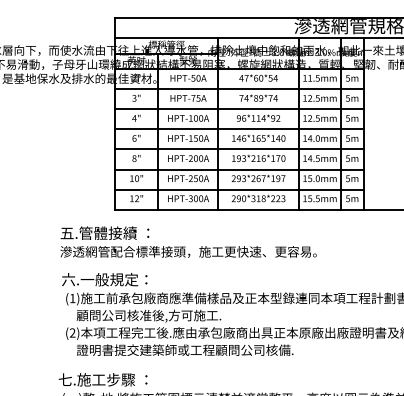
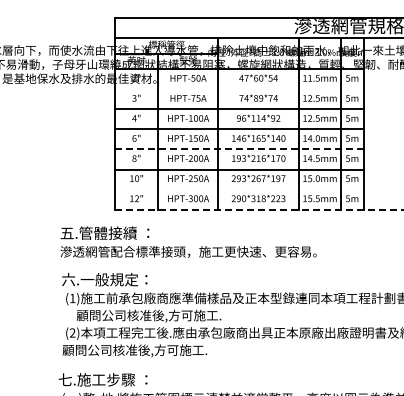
line at (239, 89): present -> none
line at (240, 149): solid -> dashed
line at (239, 189): present -> none
line at (259, 209): solid -> dashed
text at (177, 350): 證明書提交建築師或工程顧問公司核備. -> 顧問公司核准後,方可施工.
